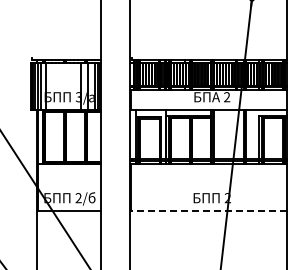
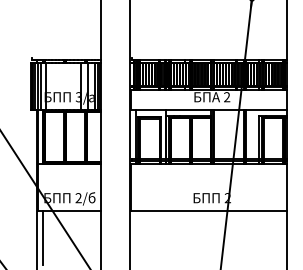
line at (208, 211): dashed -> solid
line at (43, 237): none -> present
